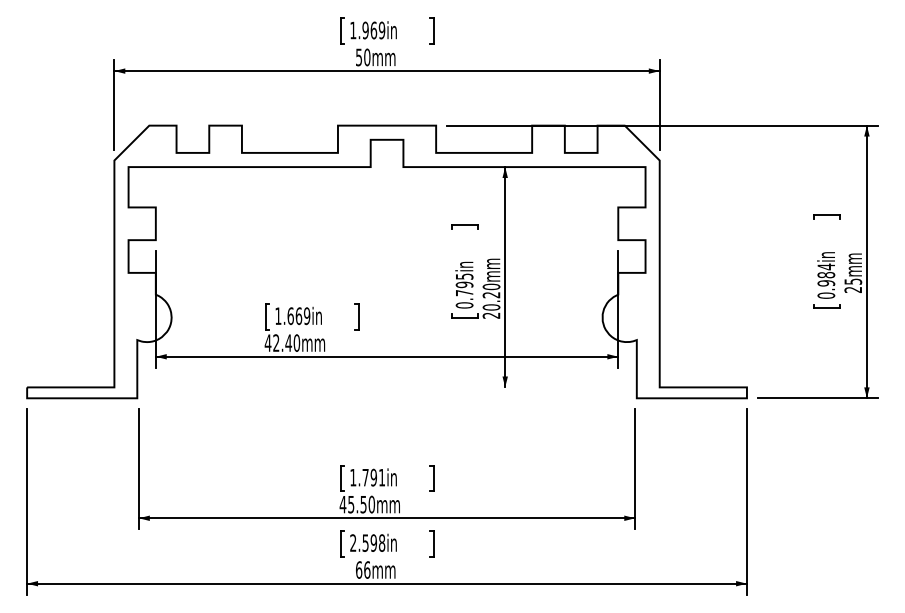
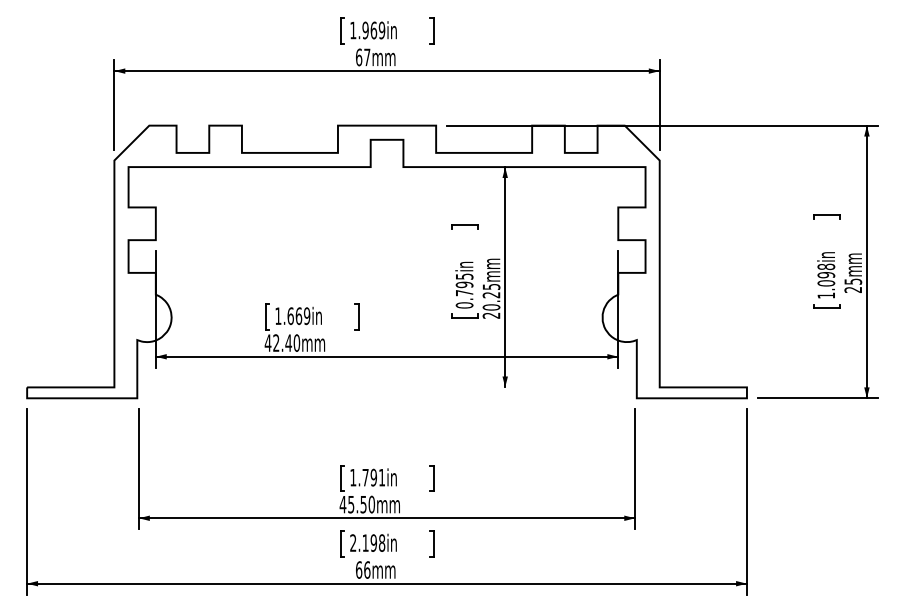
text at (363, 57): 50mm -> 67mm
text at (826, 280): 0.984in -> 1.098in
text at (491, 286): 20.20mm -> 20.25mm
text at (365, 542): 2.598in -> 2.198in
